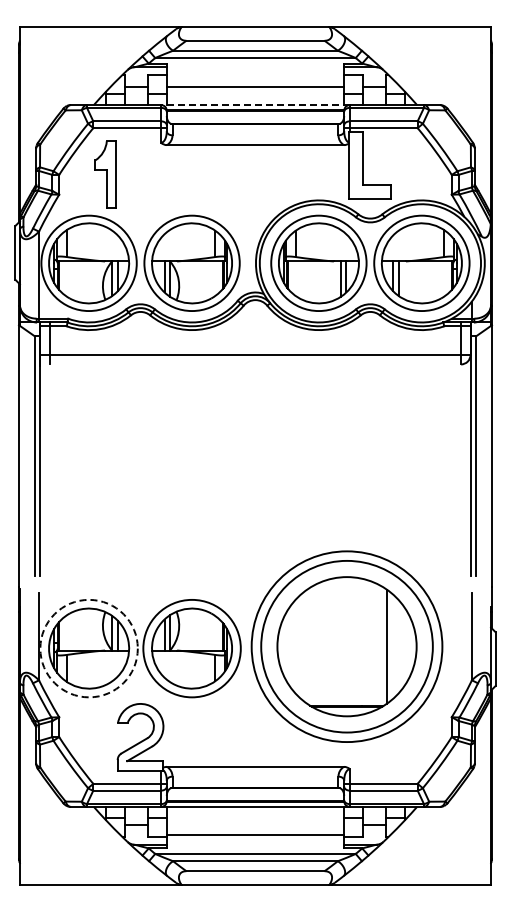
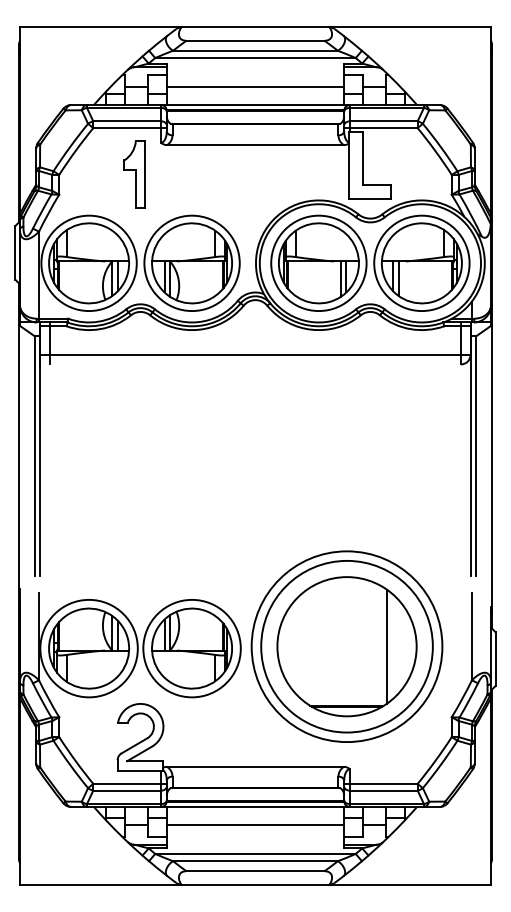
line at (255, 105): dashed -> solid
part at (105, 174) position: (105, 174) -> (134, 174)
circle at (88, 648): dashed -> solid
line at (255, 835) position: (255, 835) -> (255, 825)
